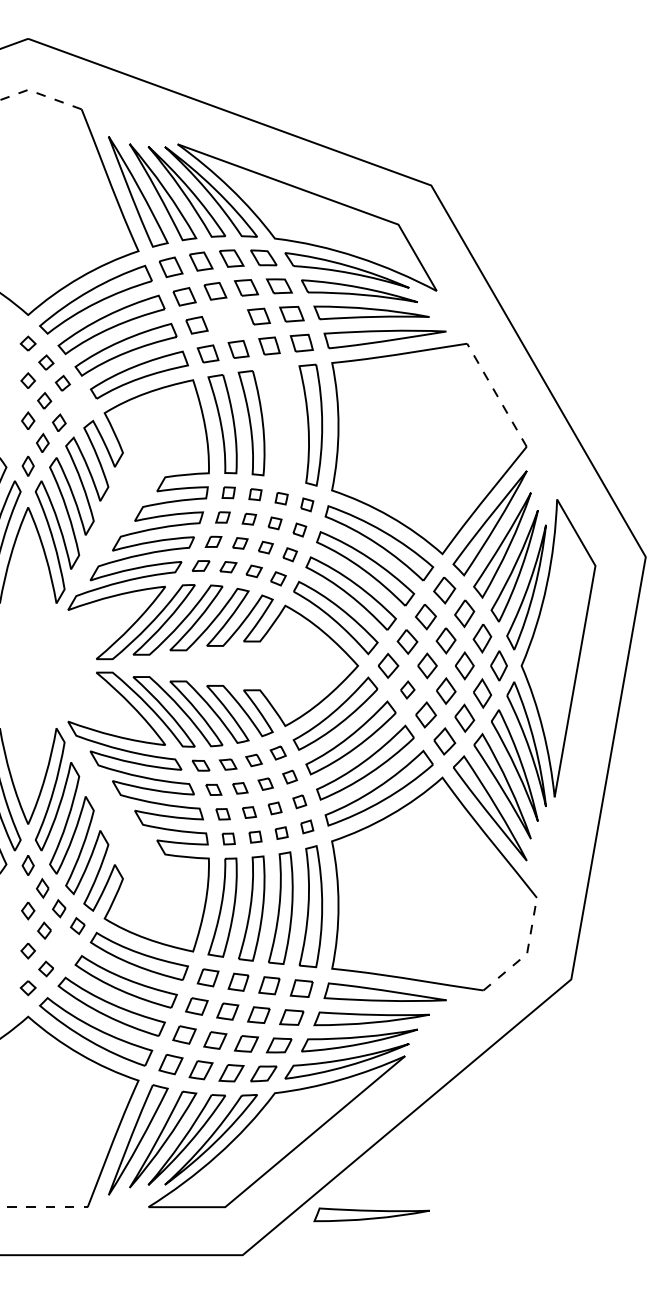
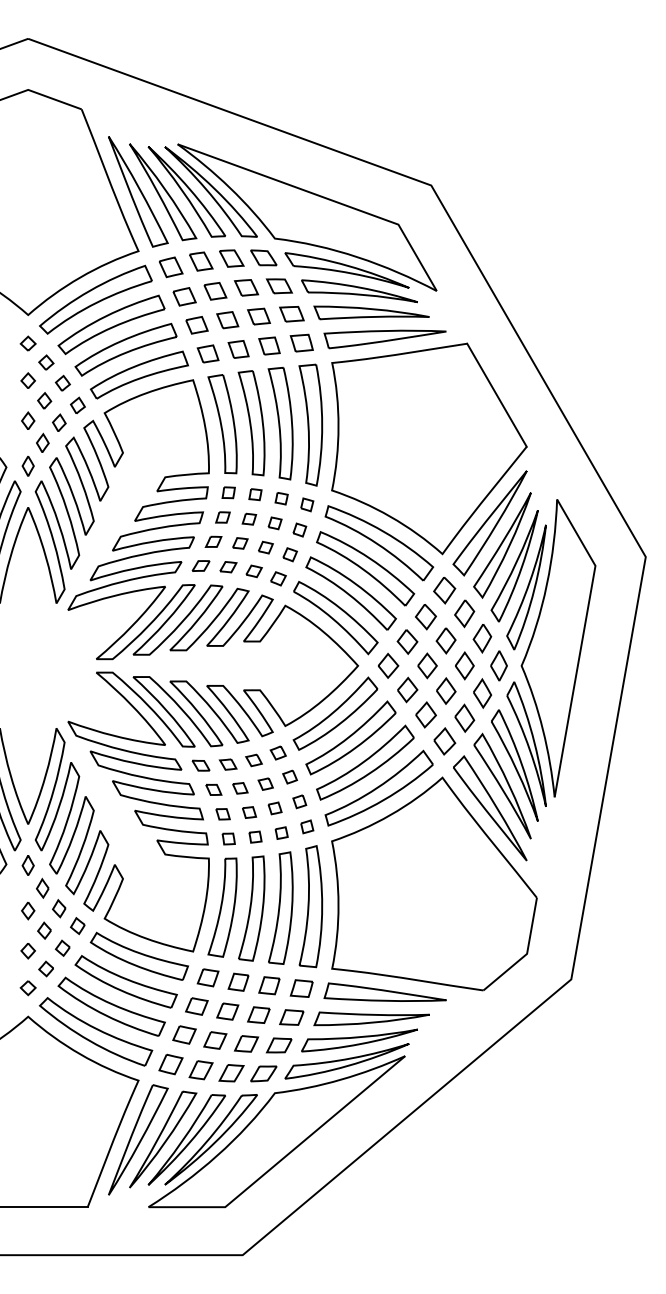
line at (40, 94): dashed -> solid
part at (227, 320): none -> present
line at (496, 395): dashed -> solid
part at (77, 404): none -> present
part at (280, 423): none -> present
part at (407, 689) size: 16x20 px -> 22x28 px
part at (62, 947): none -> present
line at (527, 953): dashed -> solid
line at (44, 1207): dashed -> solid
part at (371, 1214): present -> none
